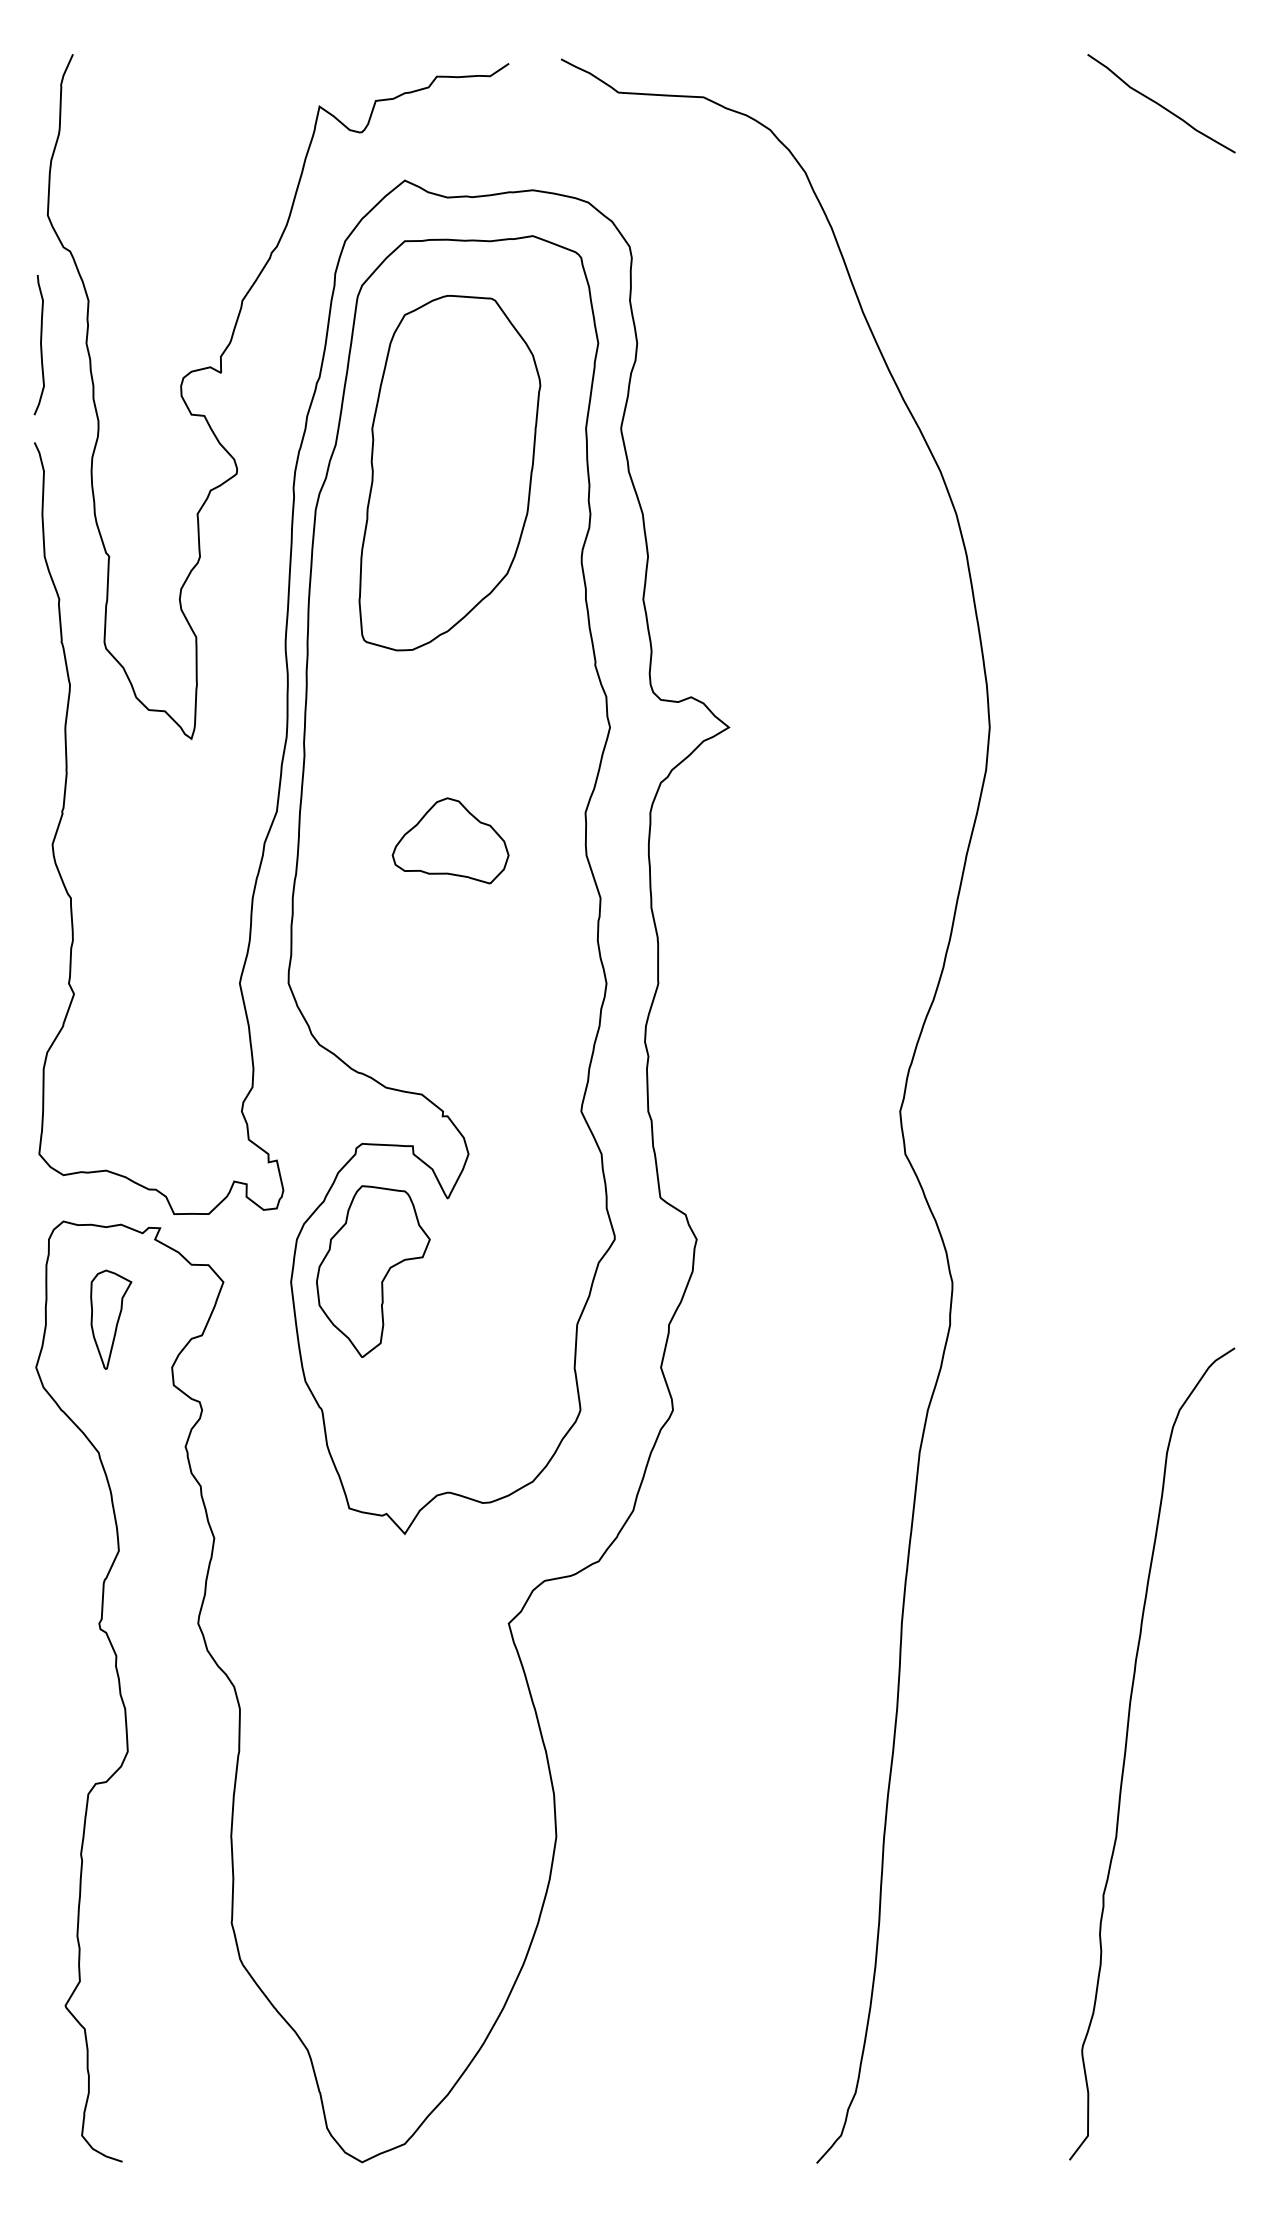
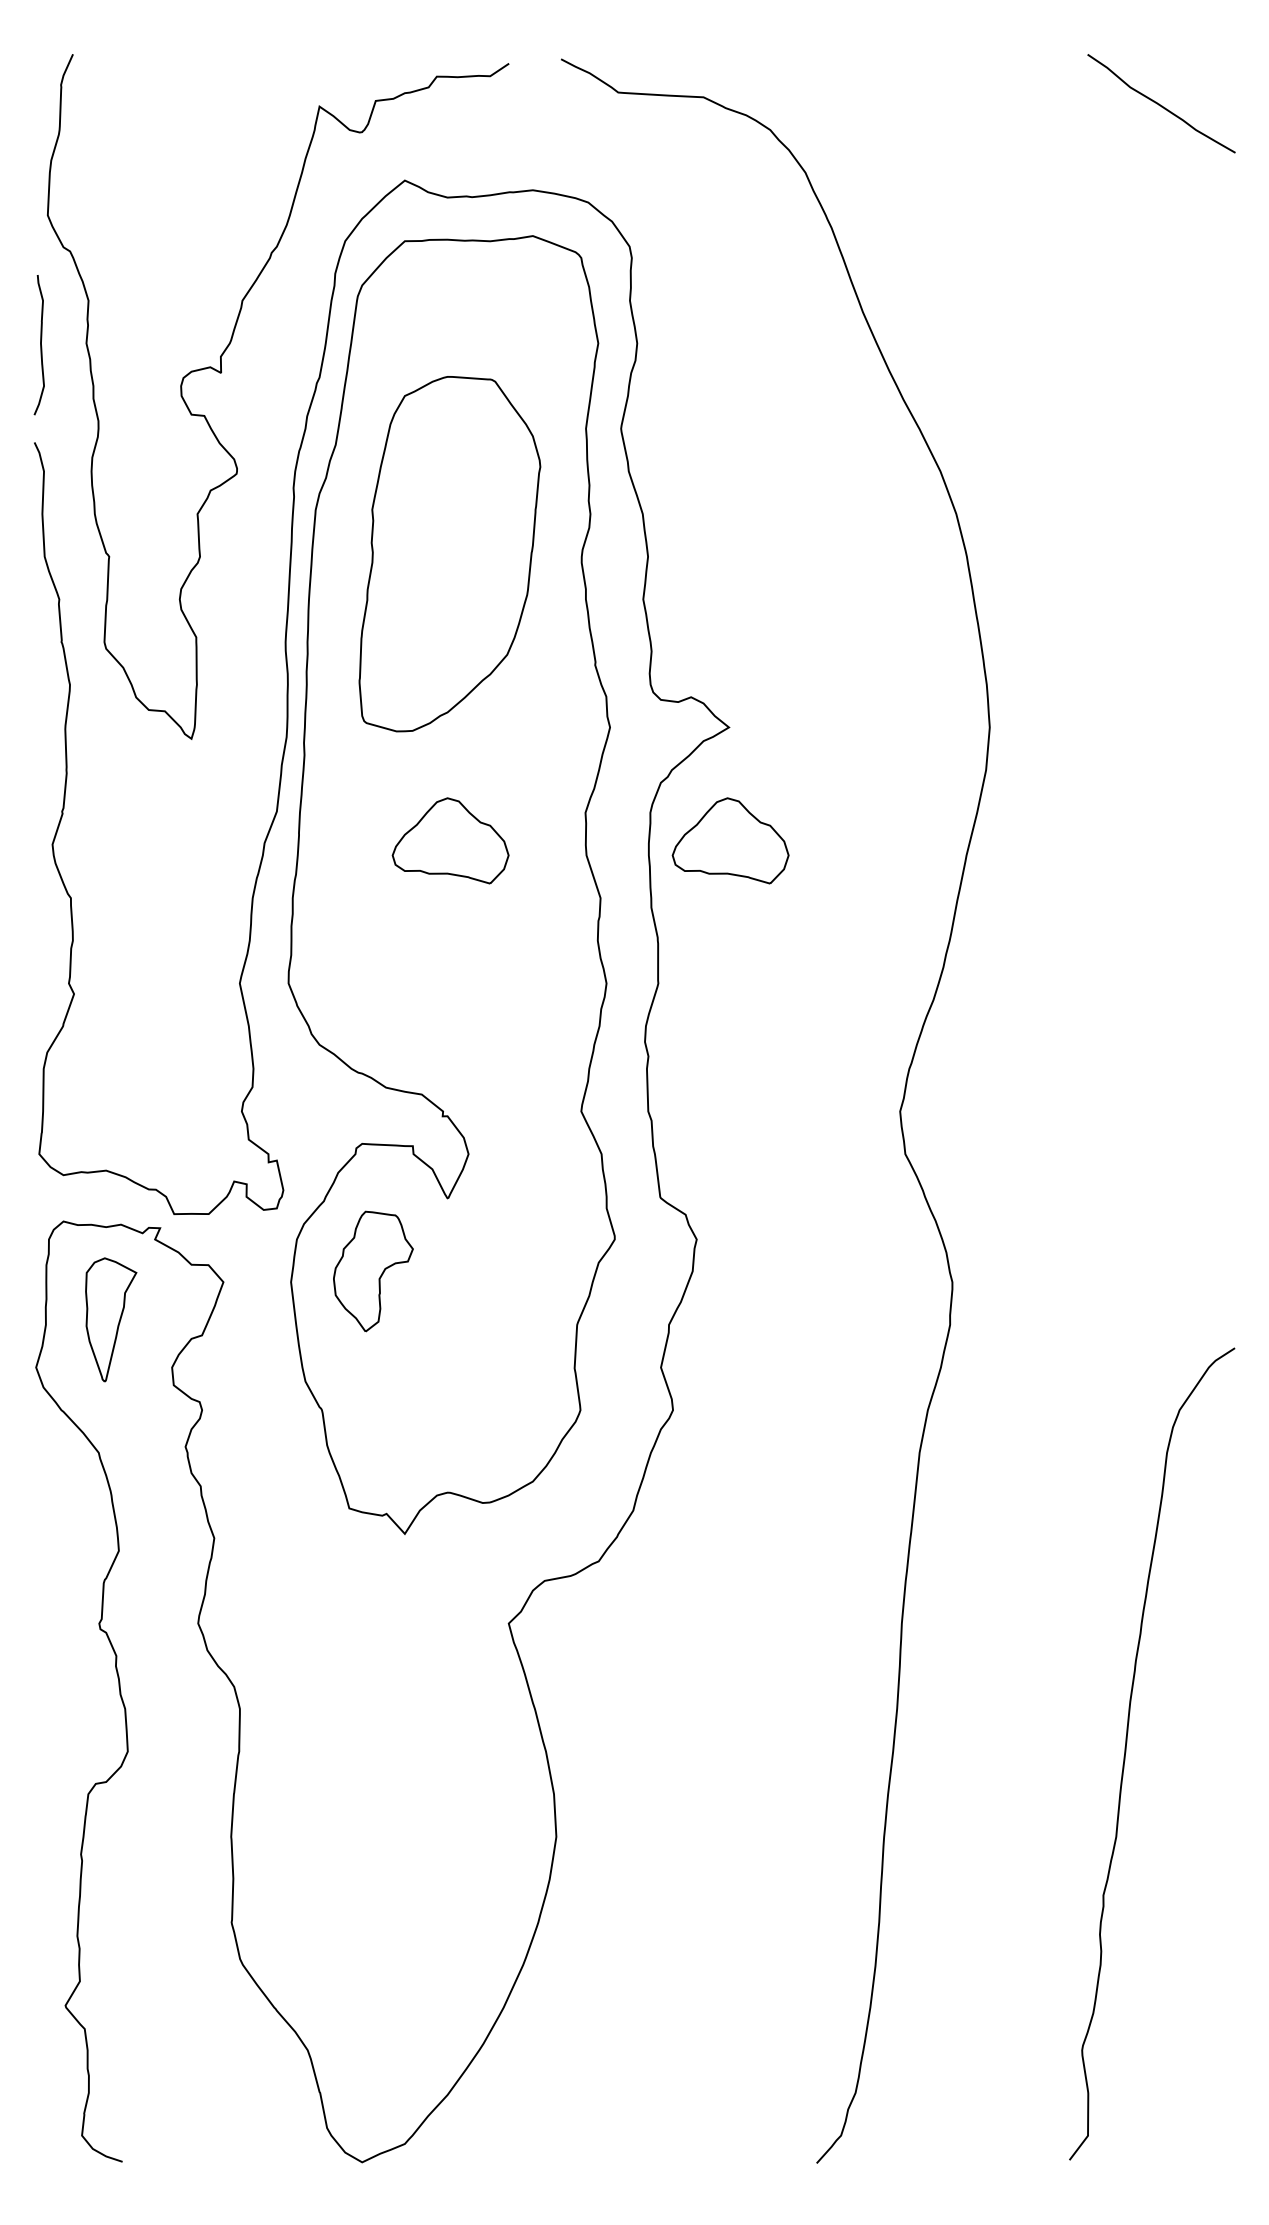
part at (449, 473) position: (449, 473) -> (449, 554)
part at (730, 840): none -> present
part at (373, 1271) size: 115x173 px -> 81x123 px
part at (111, 1319) size: 43x101 px -> 53x126 px
